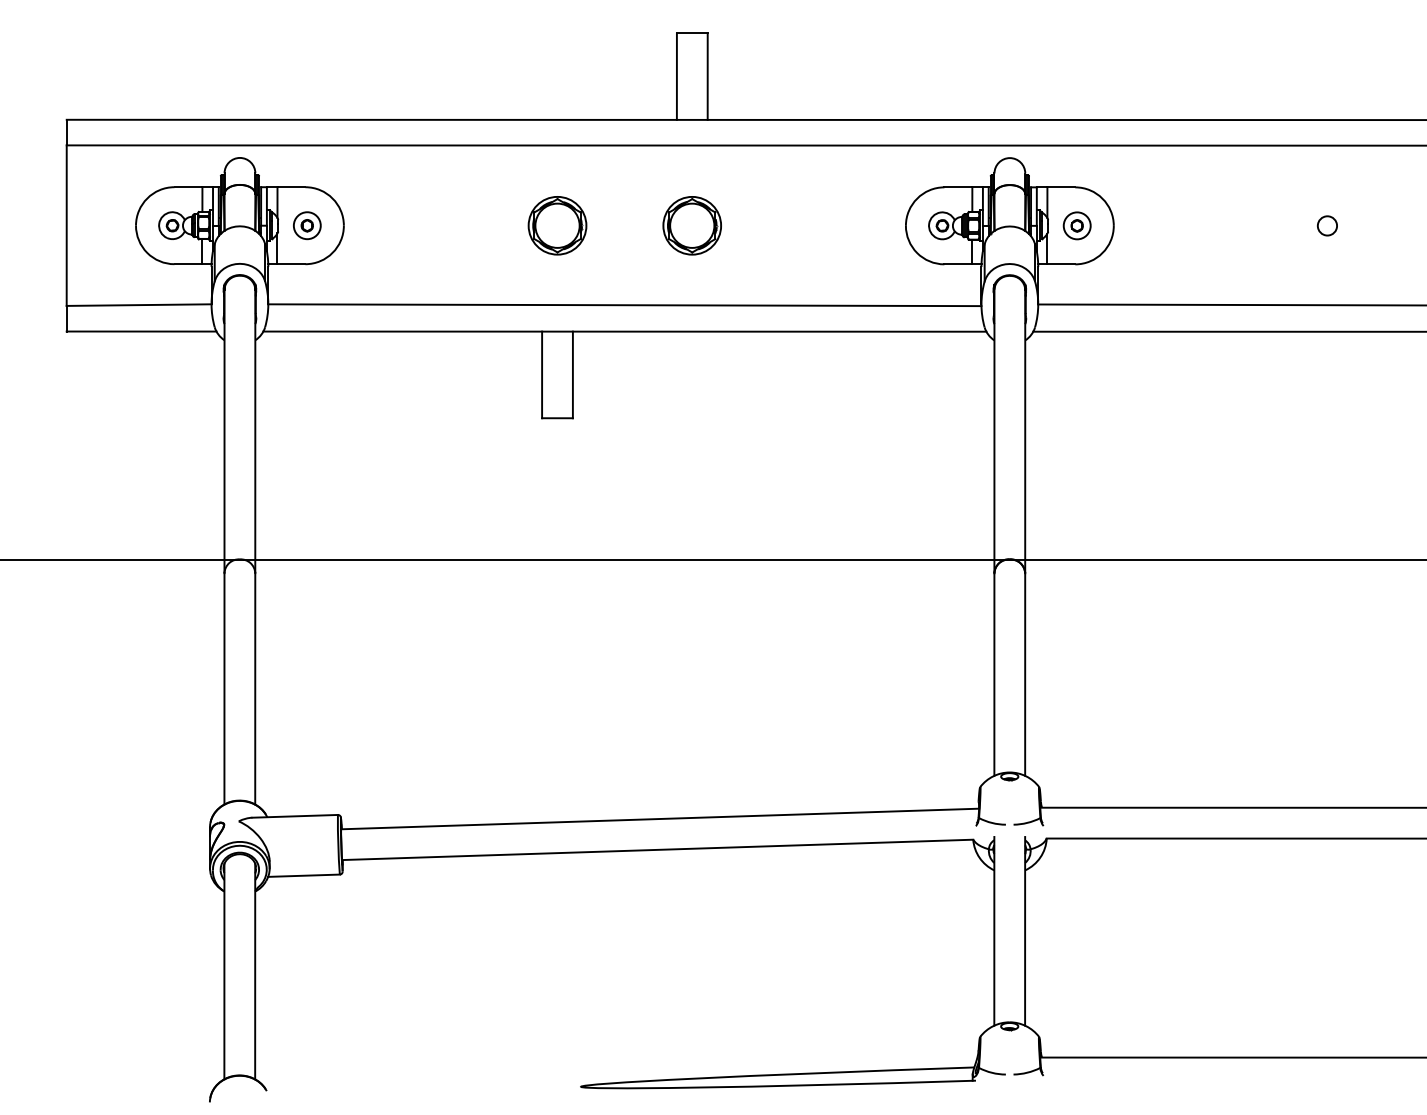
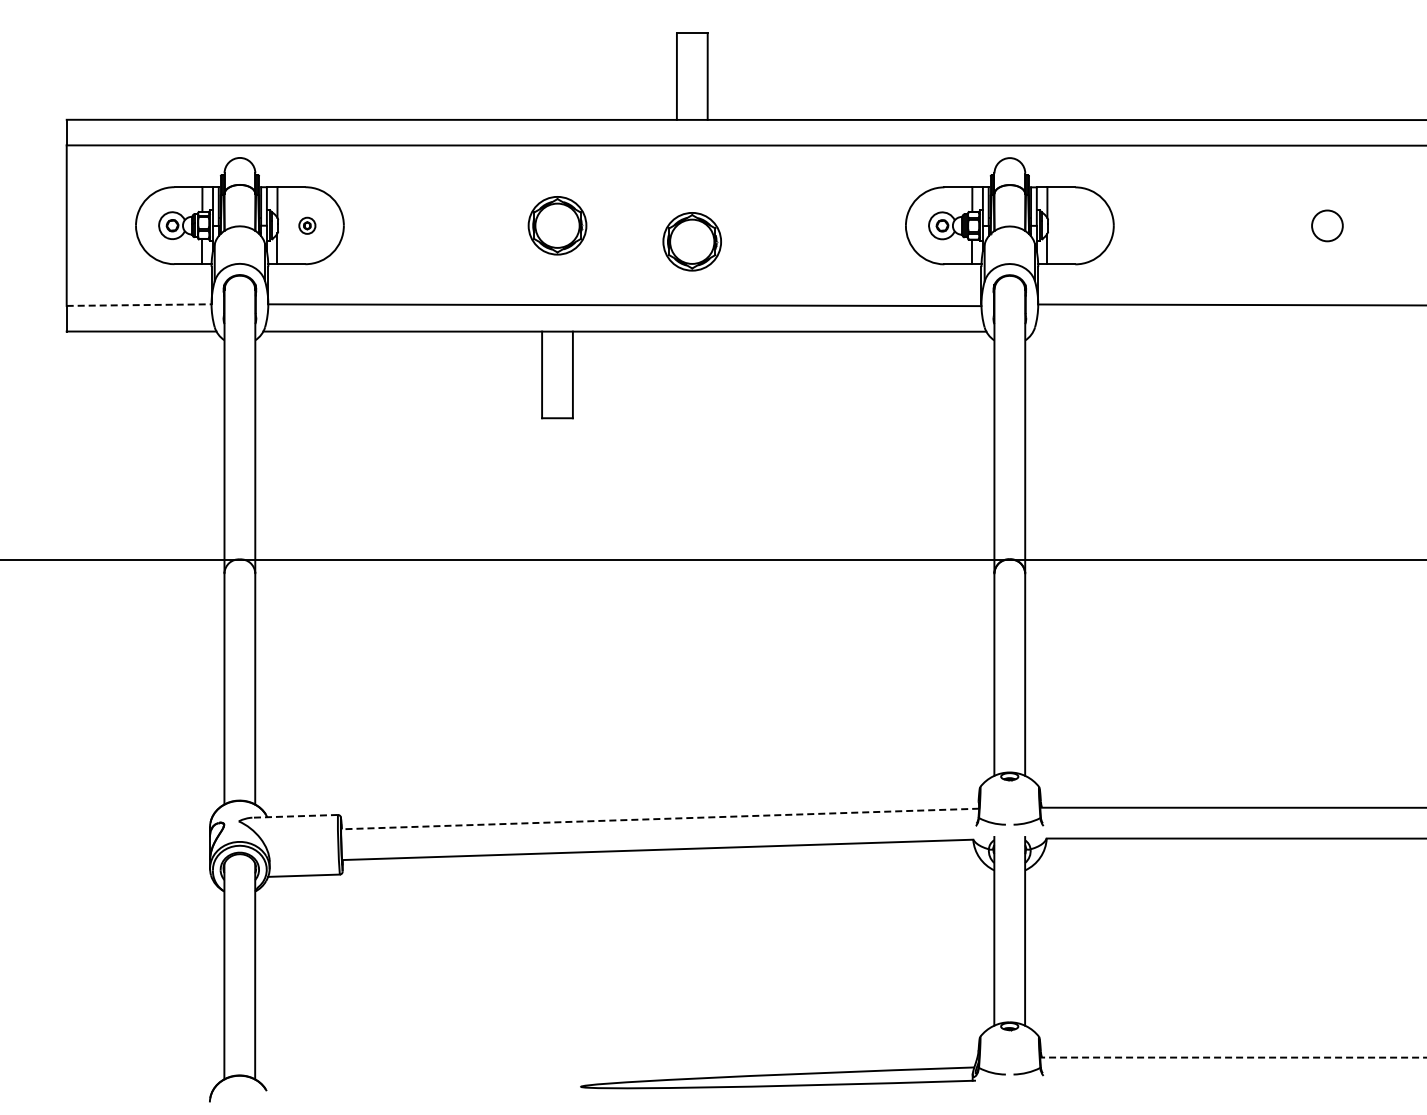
part at (307, 225) size: 29x30 px -> 19x19 px
part at (691, 225) position: (691, 225) -> (691, 241)
part at (1076, 225): present -> none
circle at (1327, 225) diameter: 19 px -> 31 px
line at (139, 305): solid -> dashed
line at (1228, 331): present -> none
line at (295, 816): solid -> dashed
line at (659, 819): solid -> dashed
line at (1233, 1057): solid -> dashed
